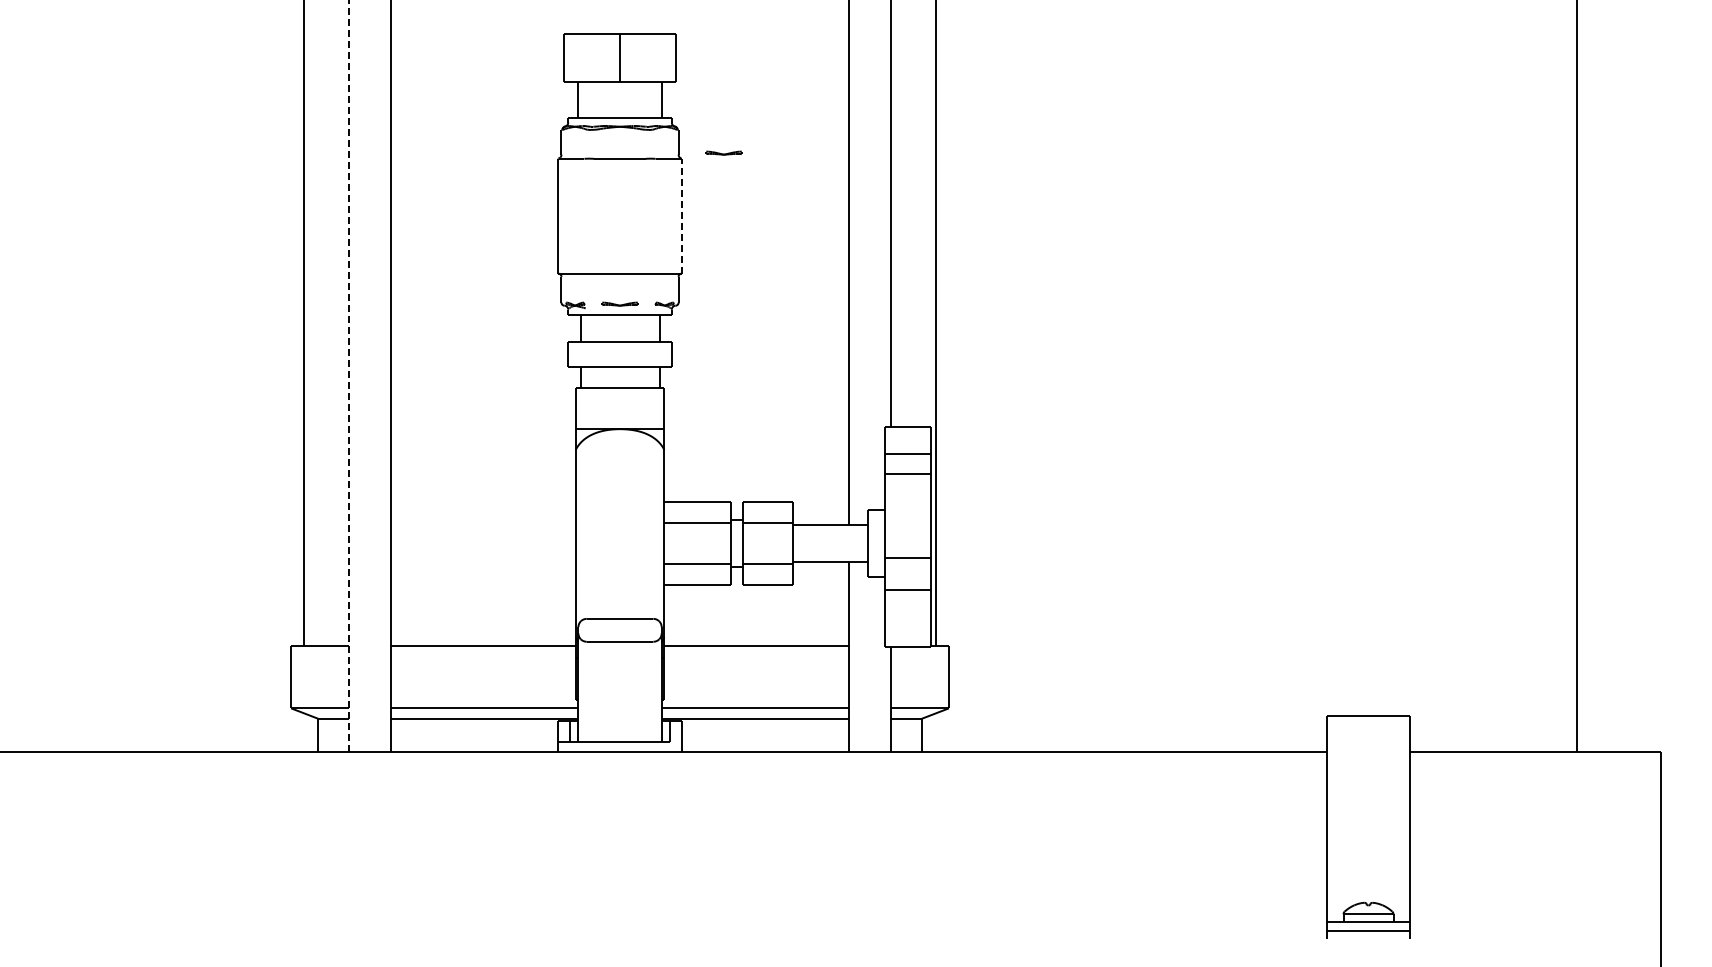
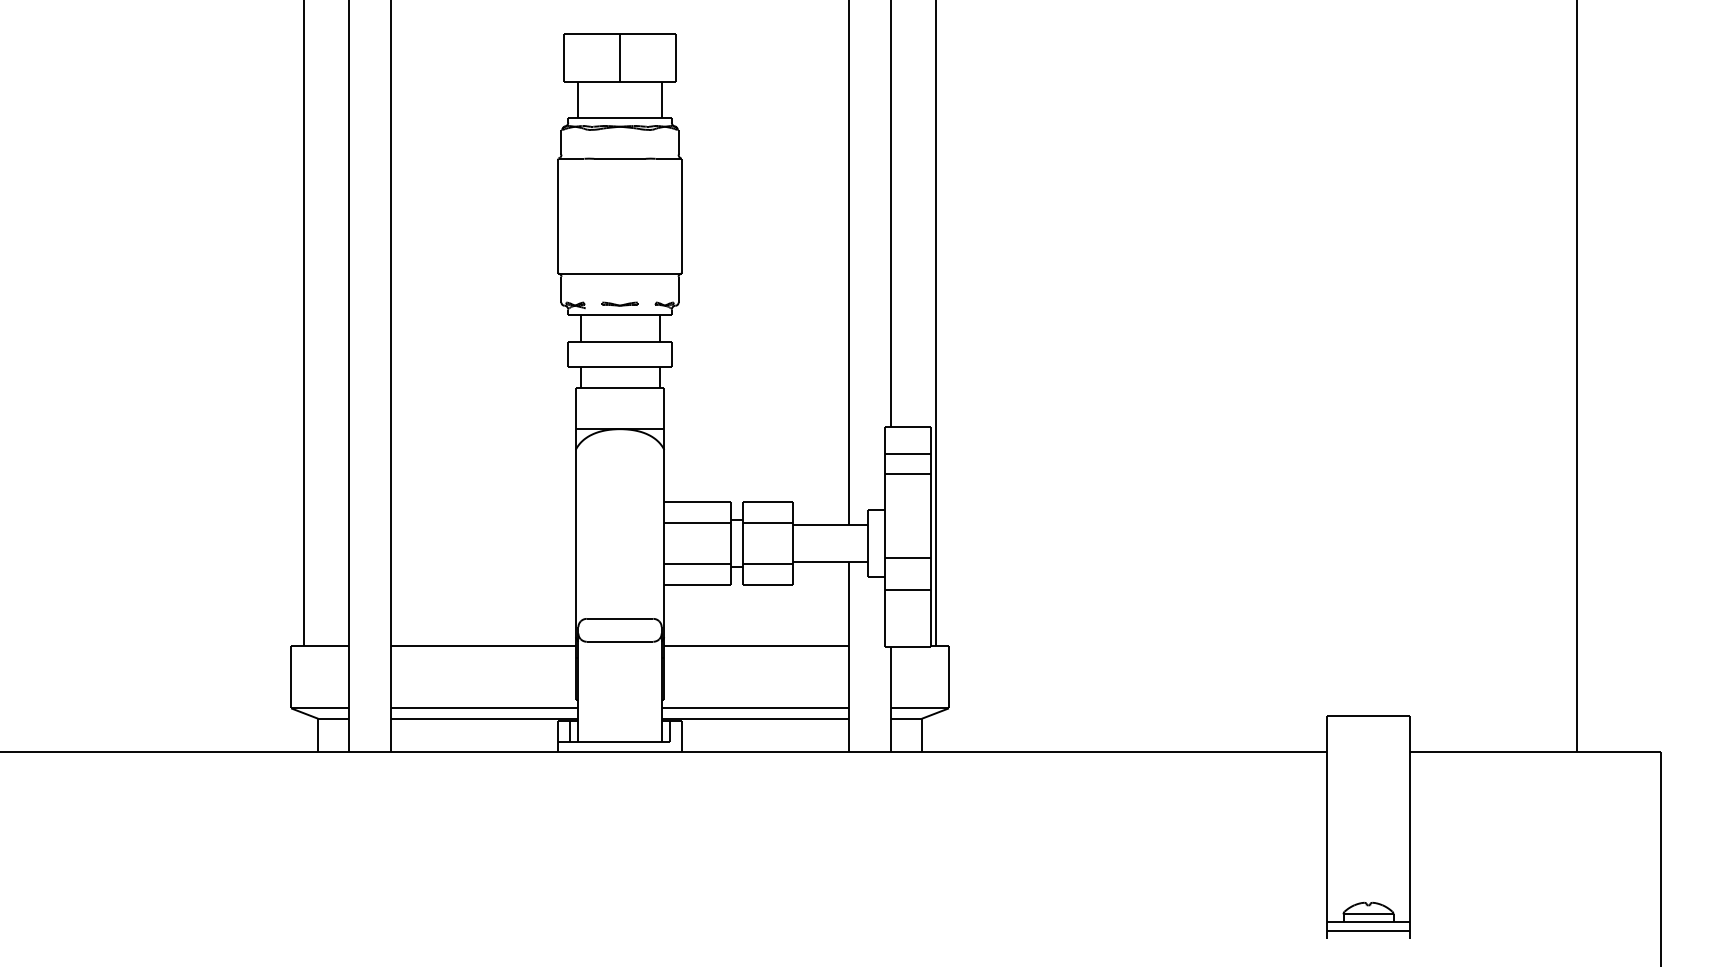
part at (723, 152): present -> none
line at (681, 216): dashed -> solid
line at (349, 376): dashed -> solid
